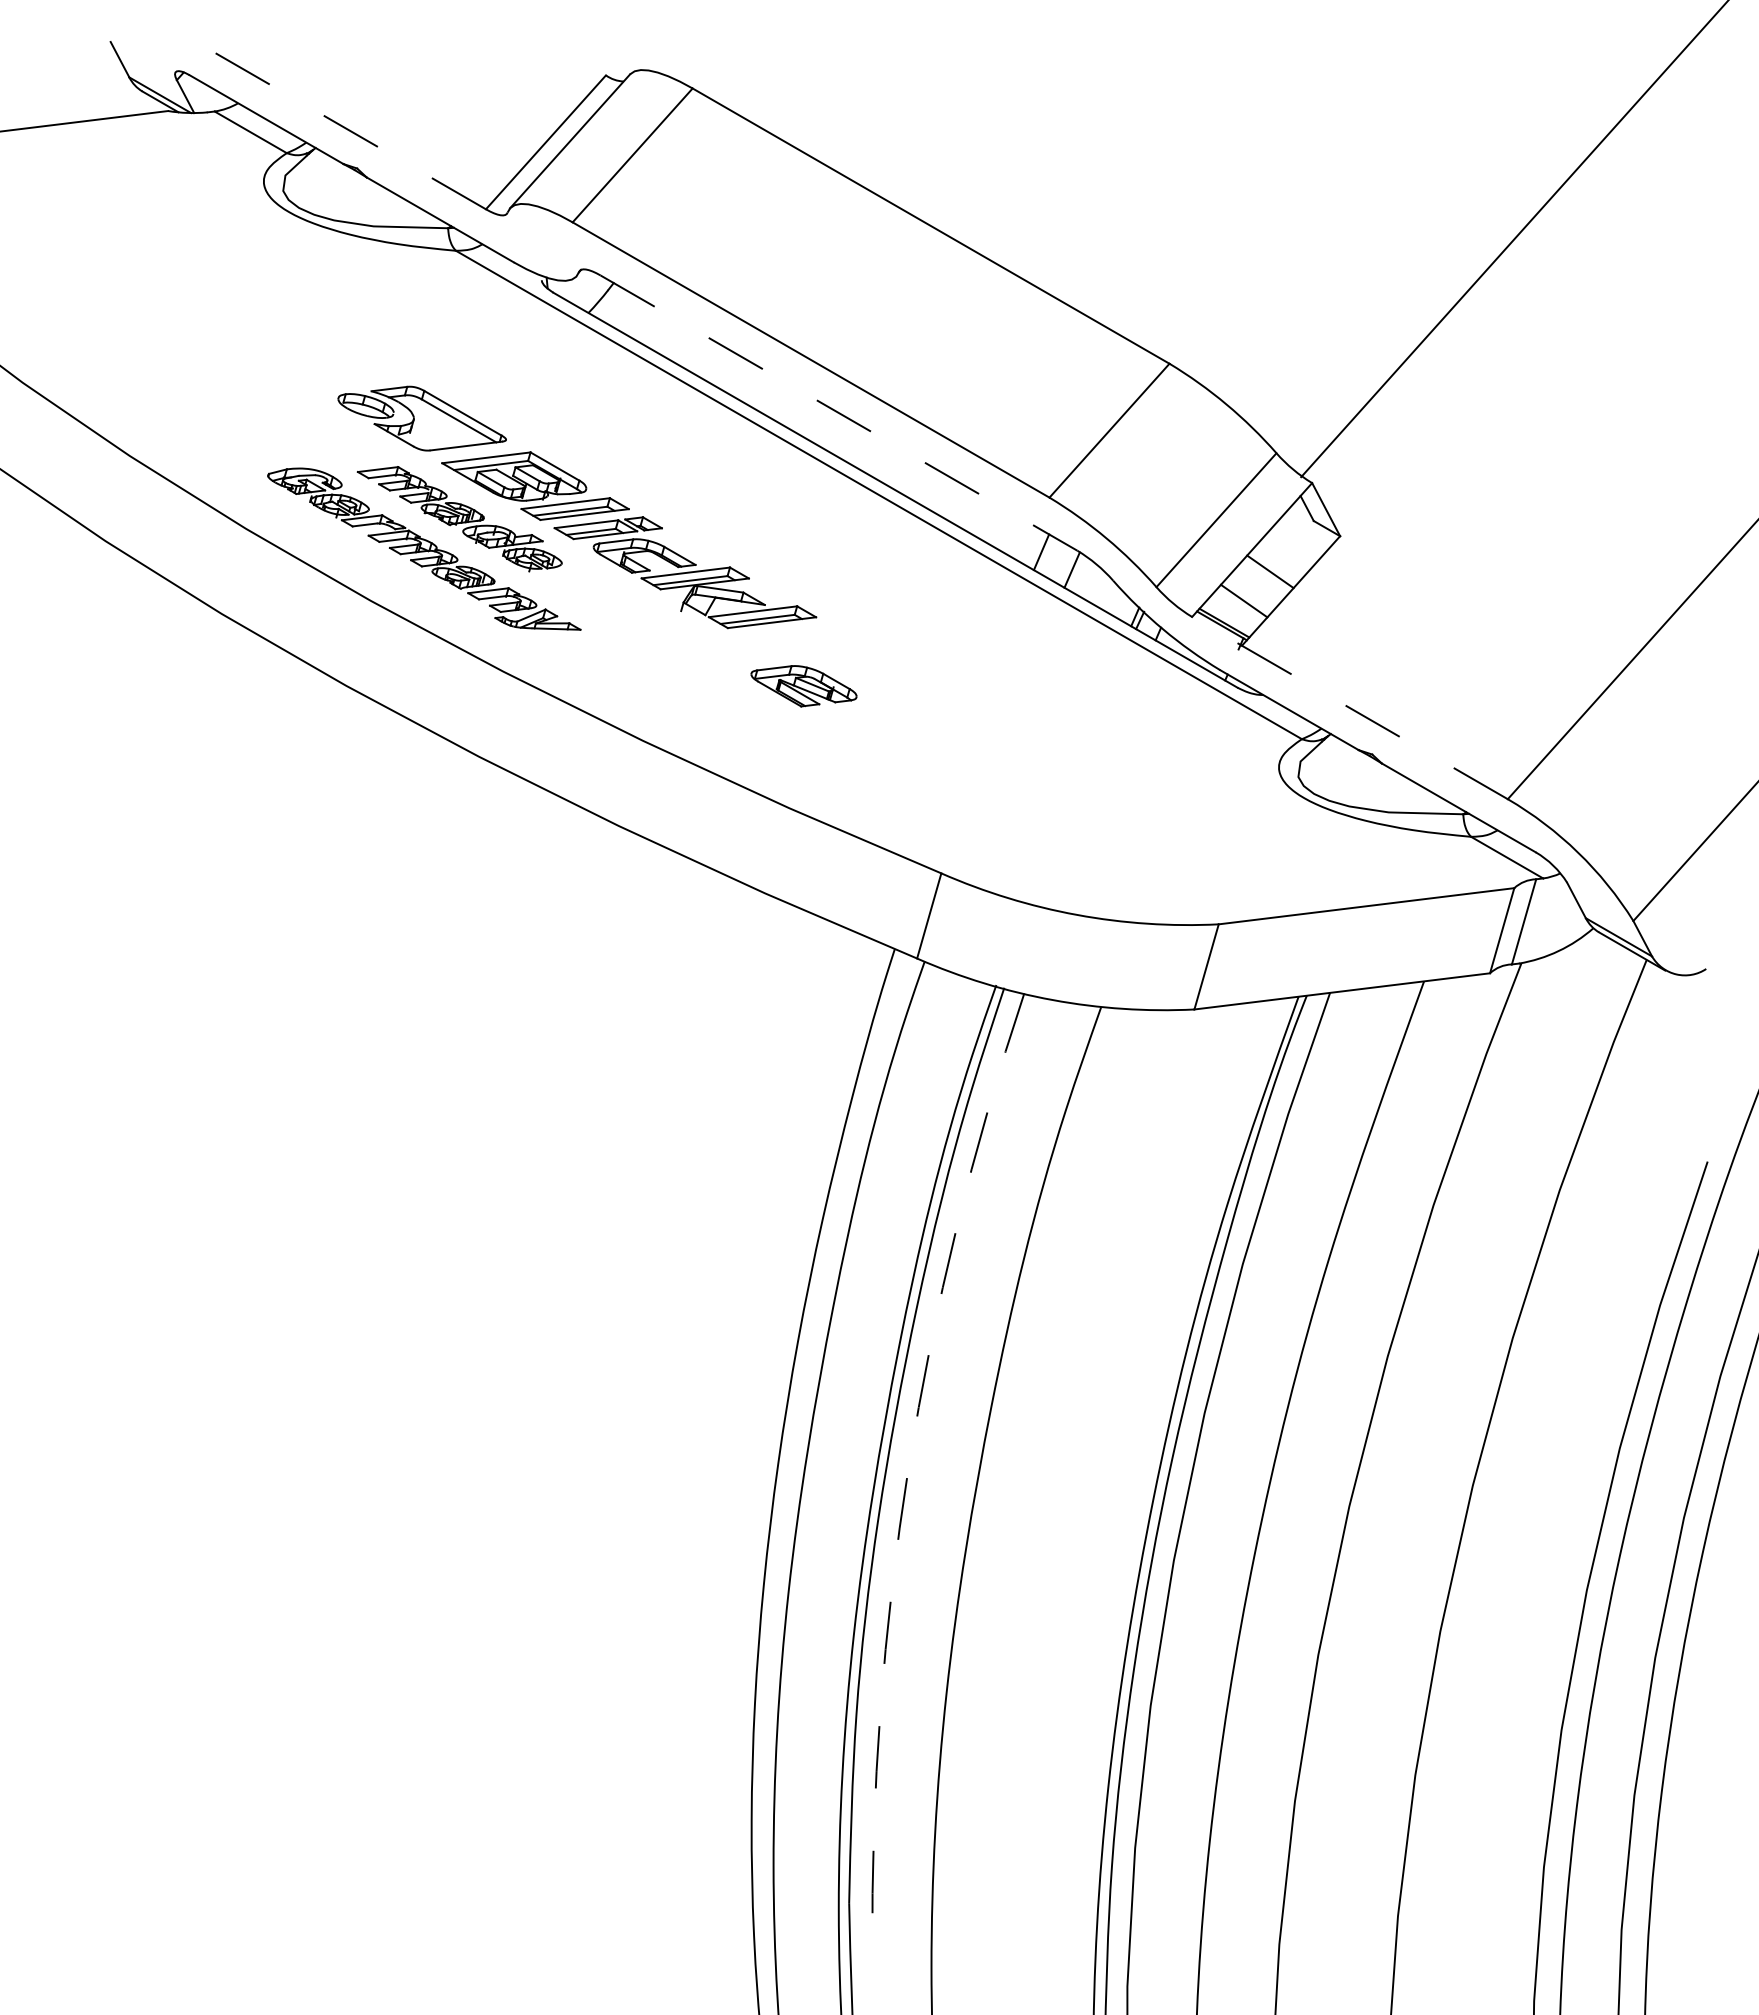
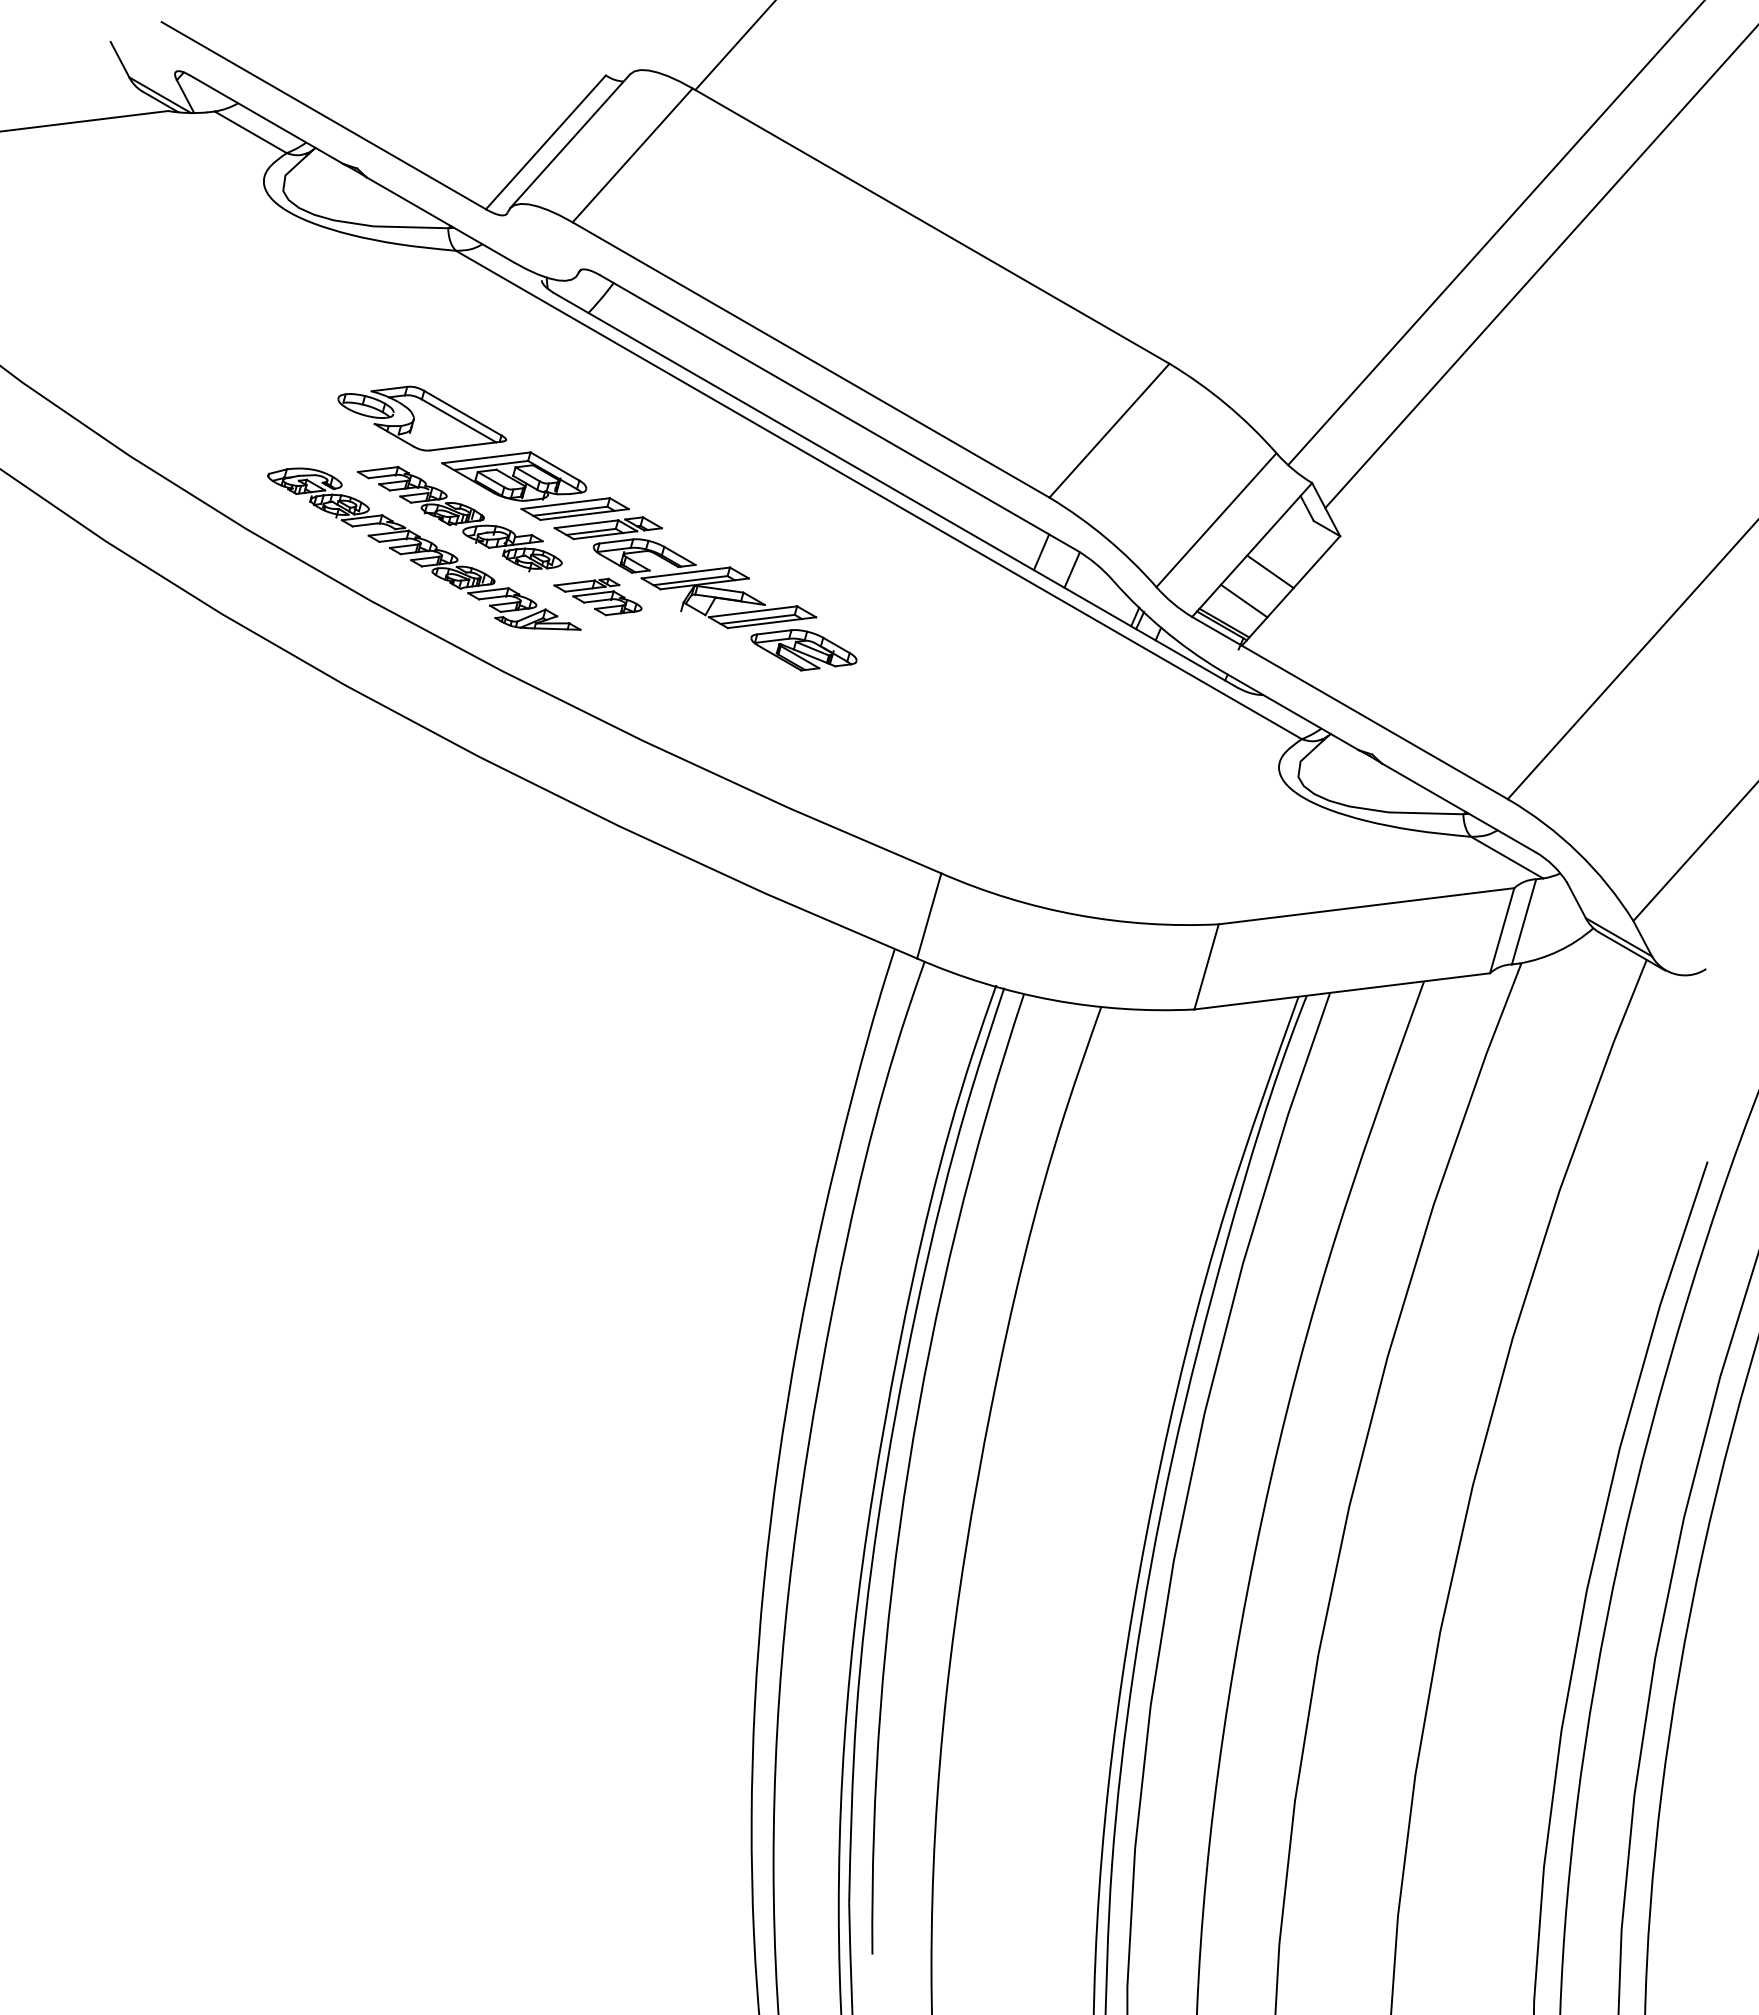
line at (734, 46): none -> present
line at (323, 115): dashed -> solid
line at (1513, 239) position: (1513, 239) -> (1495, 233)
line at (1540, 267): none -> present
line at (839, 413): dashed -> solid
part at (597, 596): none -> present
part at (803, 686) position: (803, 686) -> (803, 650)
line at (1349, 707): dashed -> solid
arc at (908, 1467): dashed -> solid
